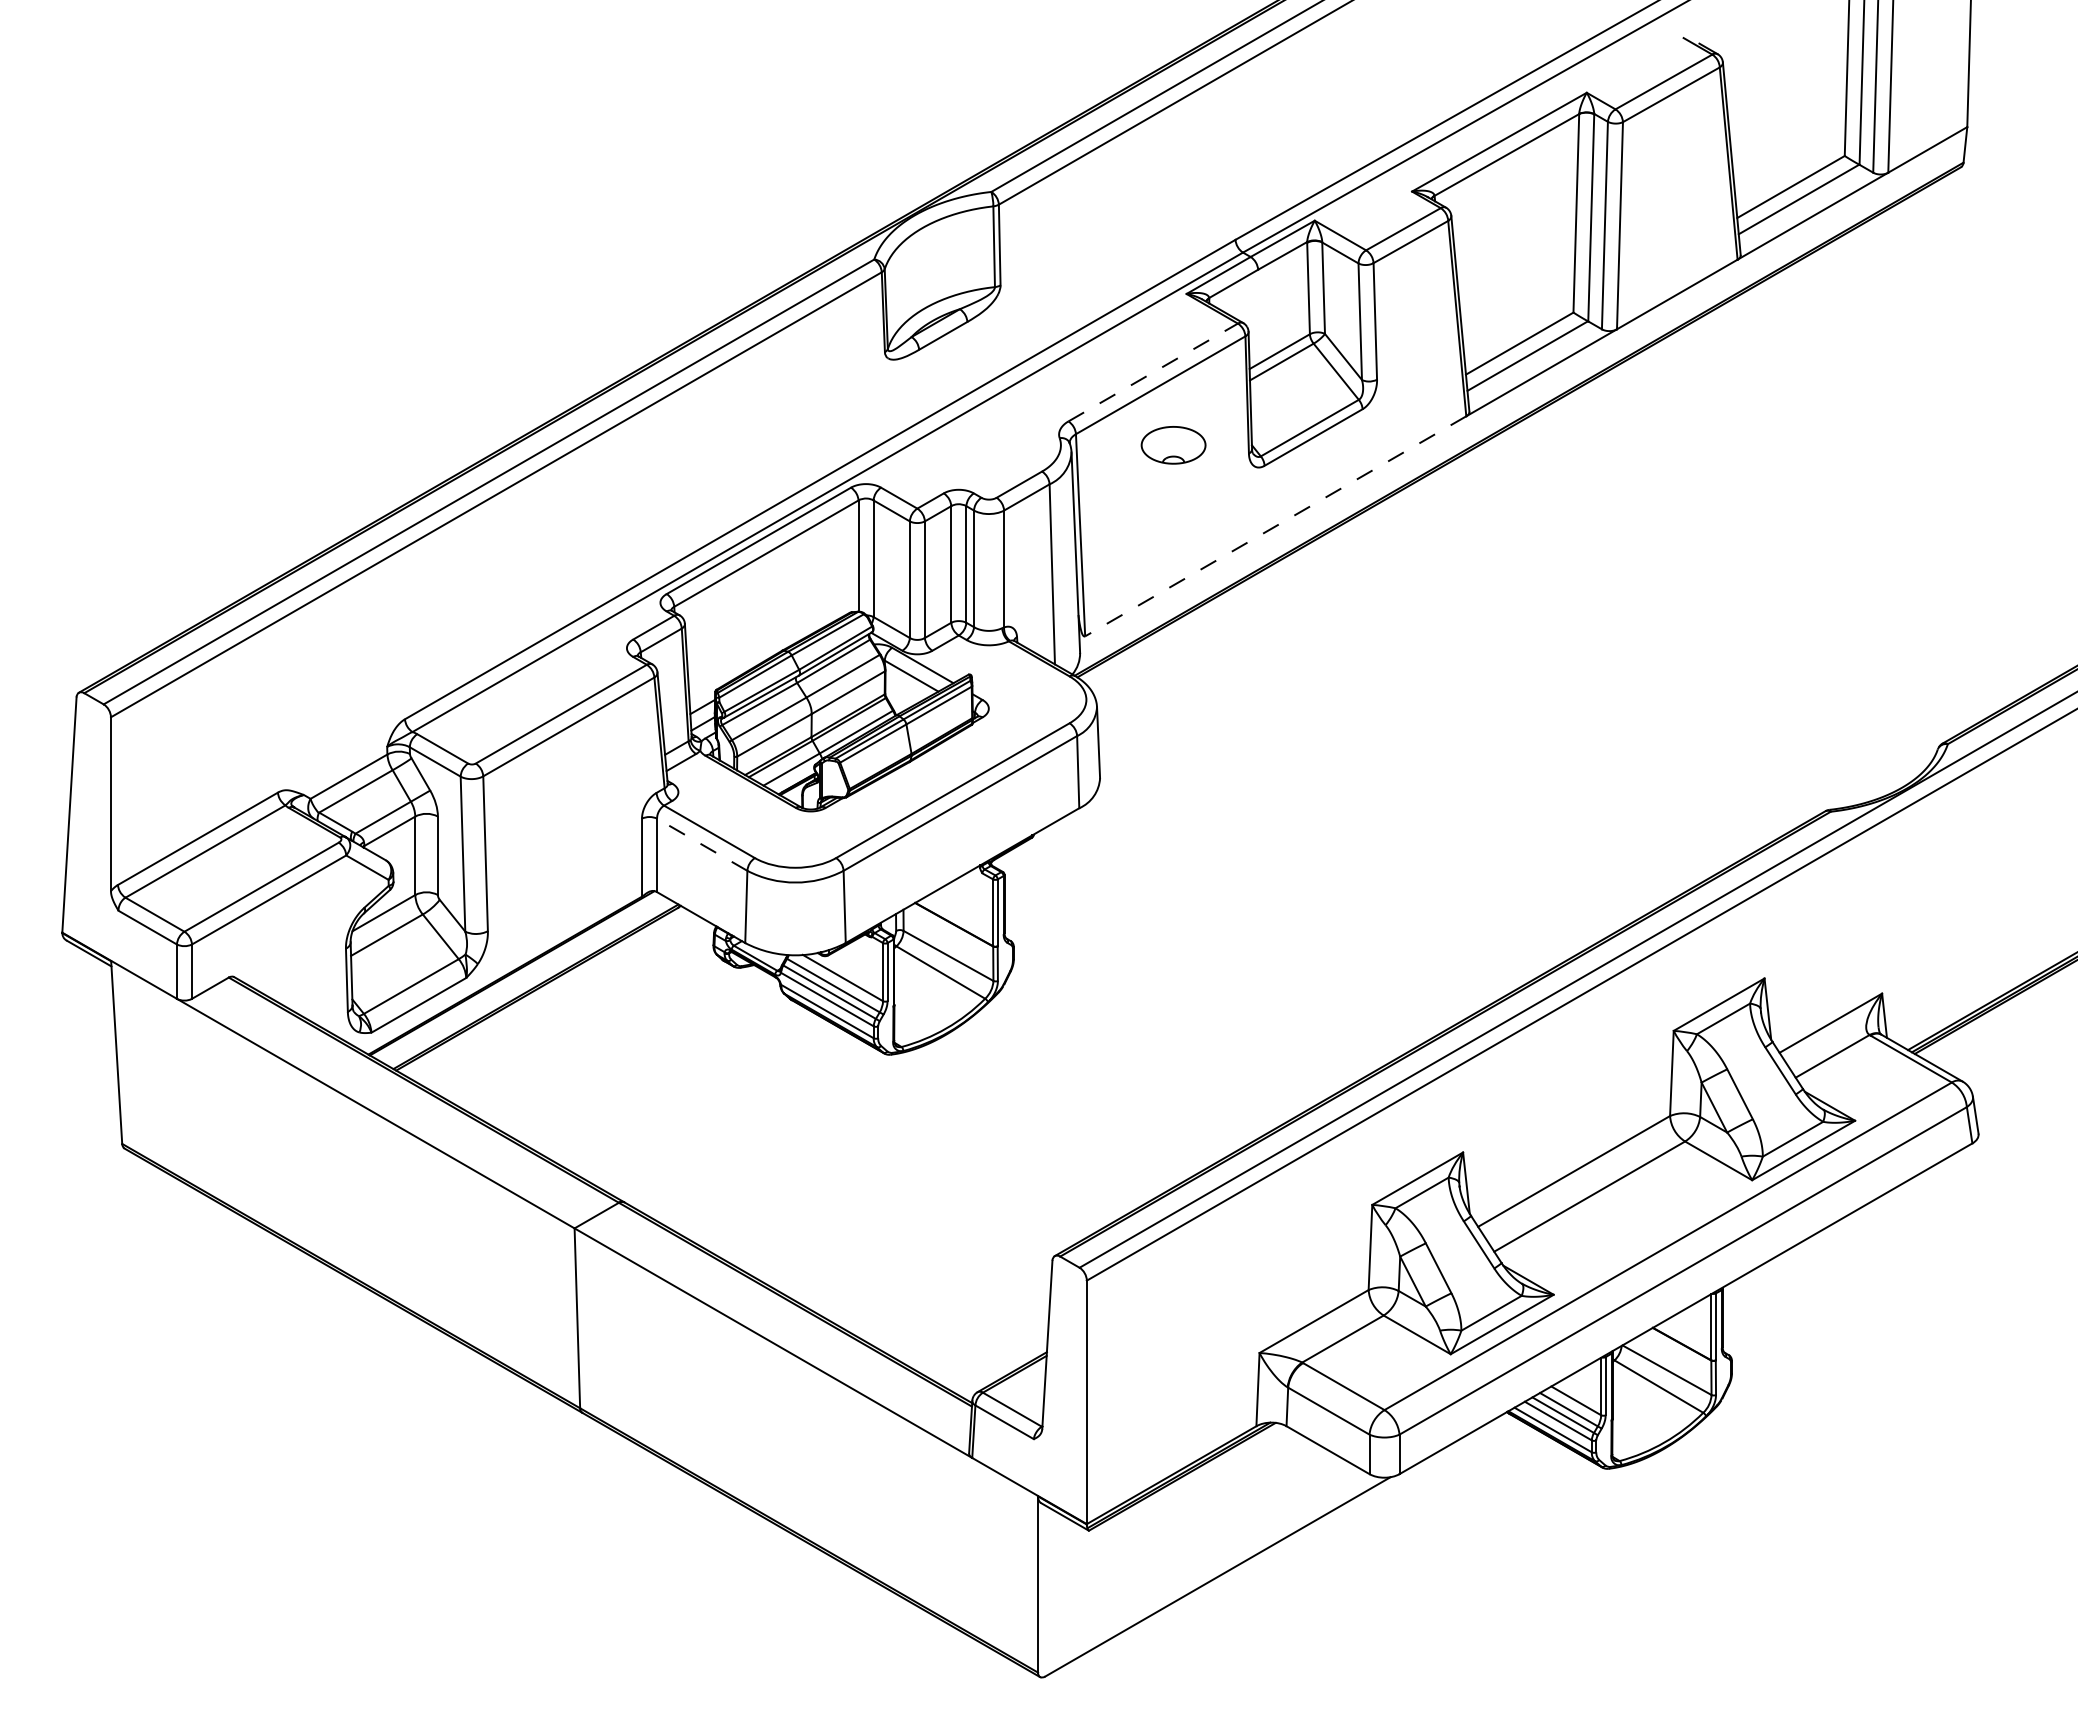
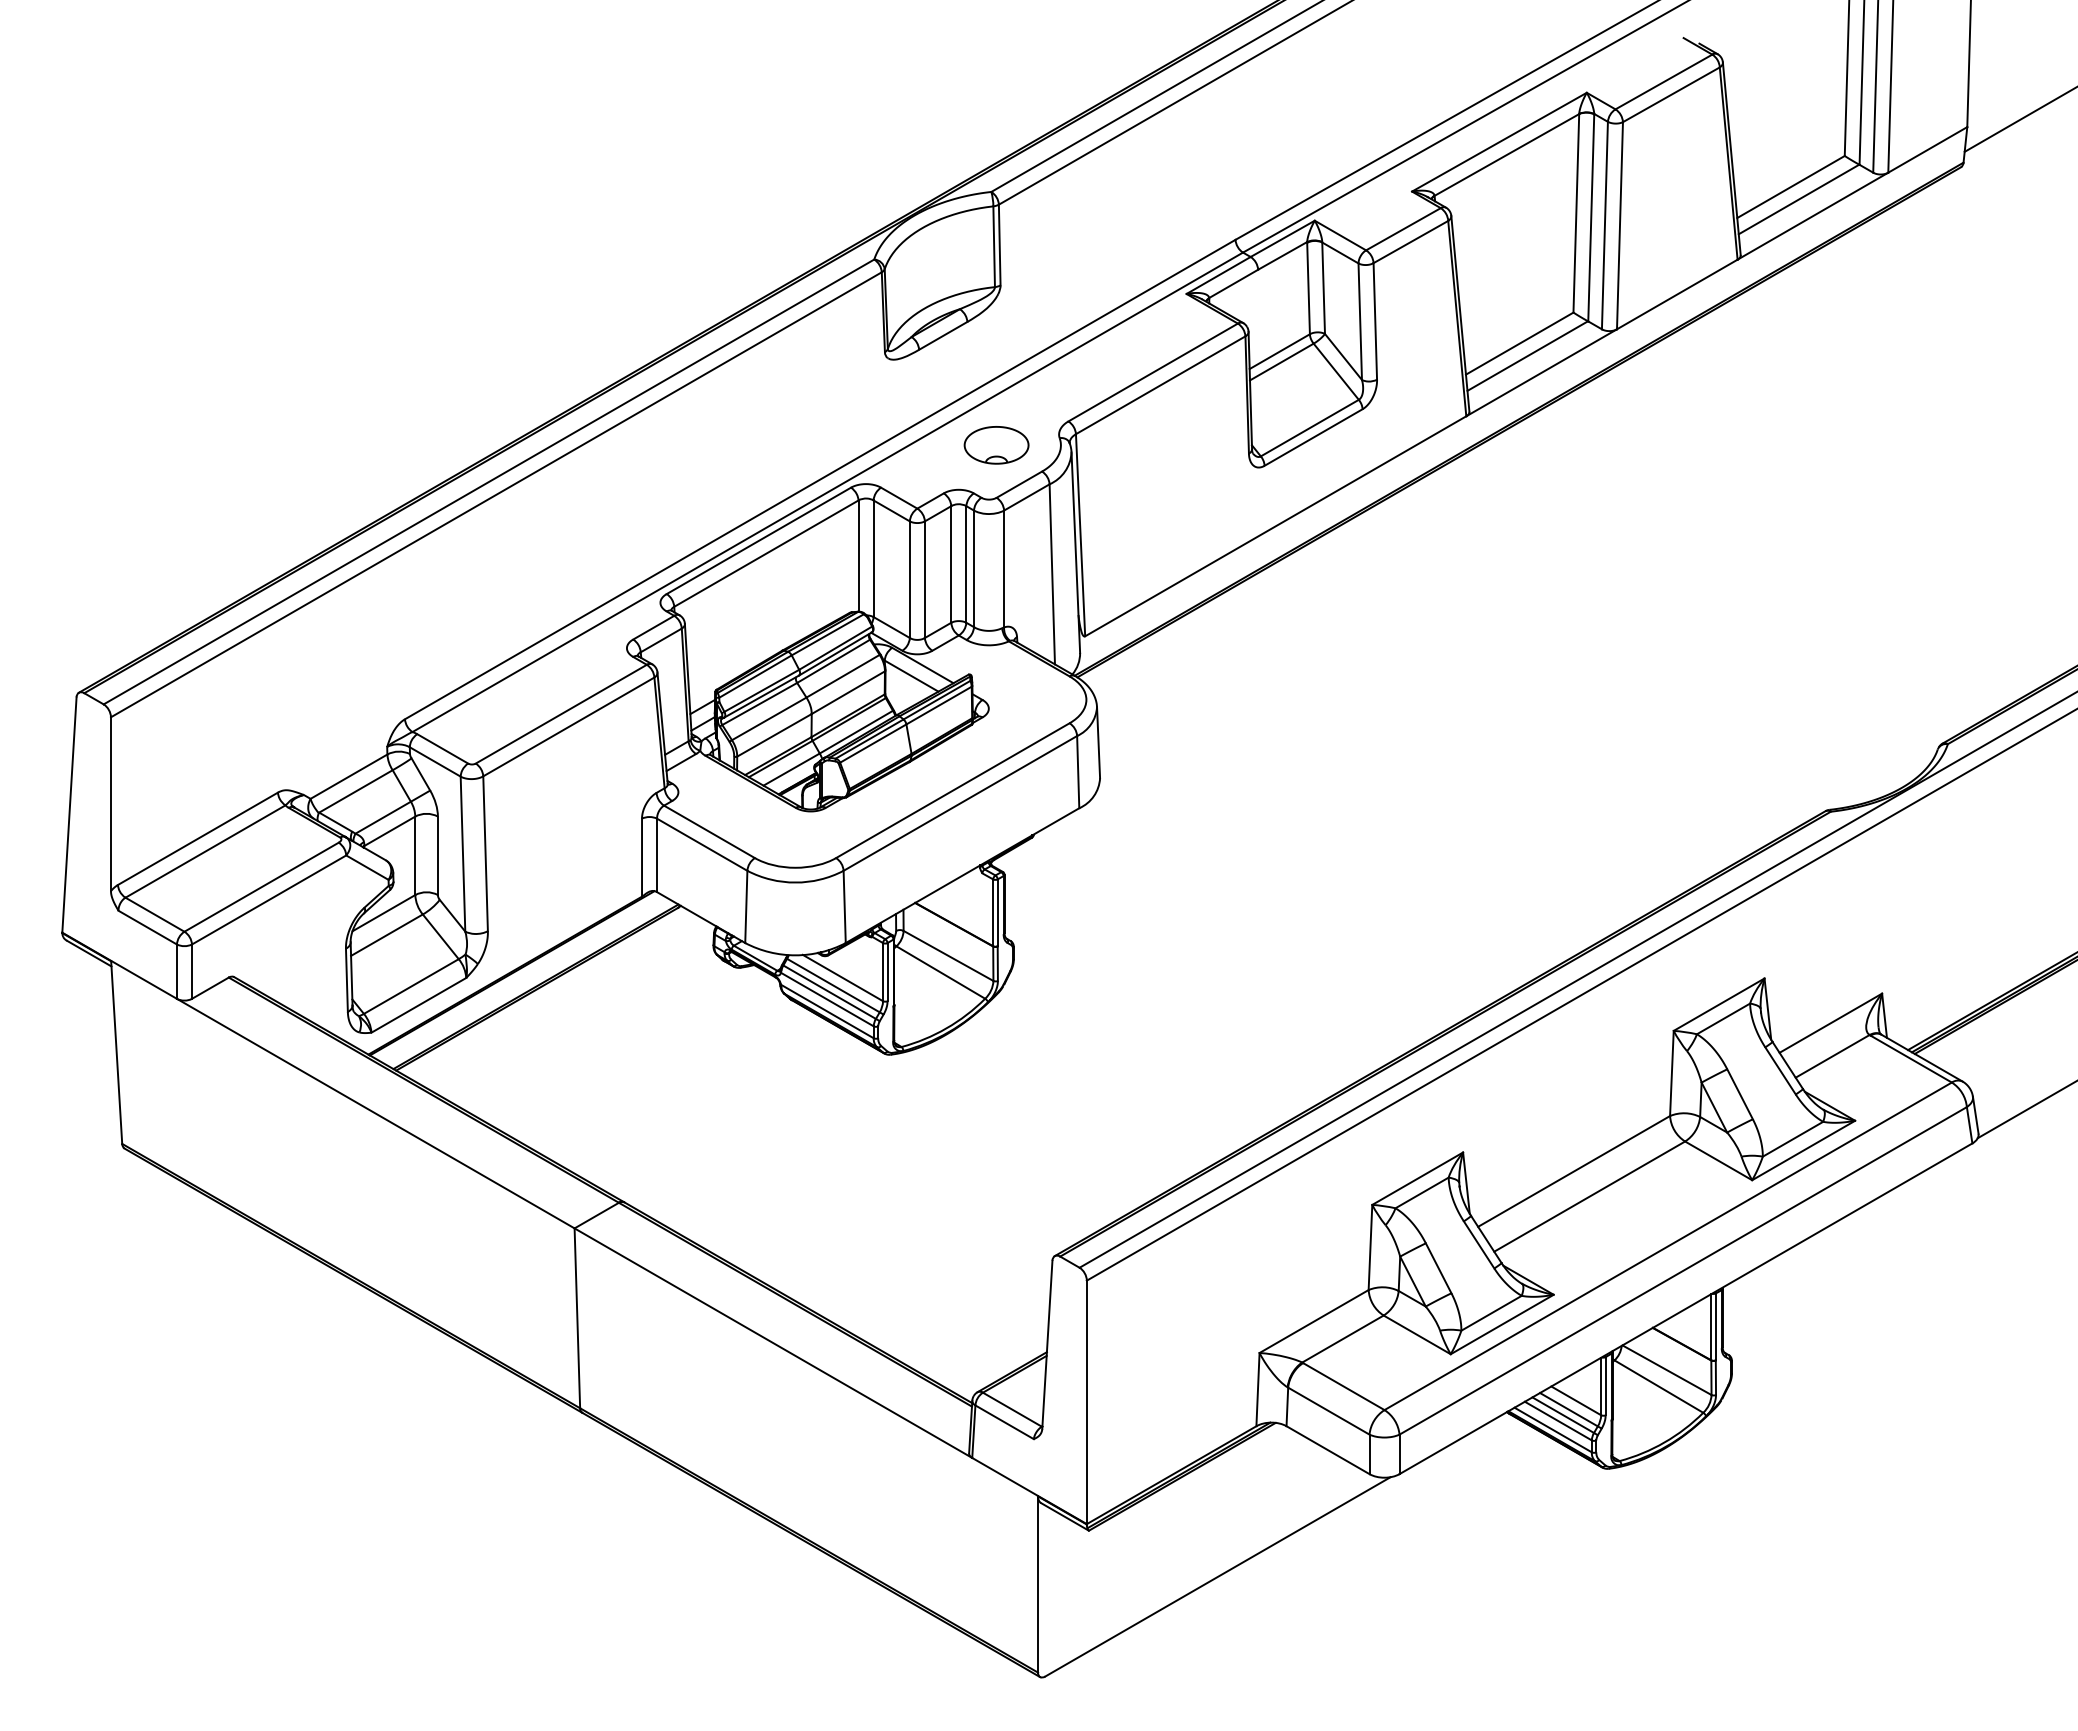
line at (2019, 119): none -> present
line at (1153, 372): dashed -> solid
part at (1173, 445) position: (1173, 445) -> (996, 445)
line at (1275, 526): dashed -> solid
line at (701, 844): dashed -> solid
line at (2025, 1110): none -> present
